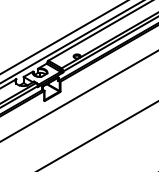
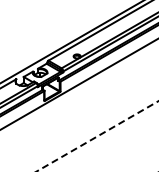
line at (63, 37): present -> none
line at (78, 96) position: (78, 96) -> (78, 84)
line at (97, 136): solid -> dashed
